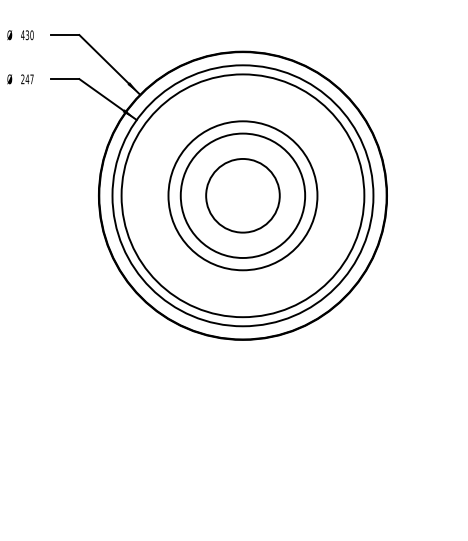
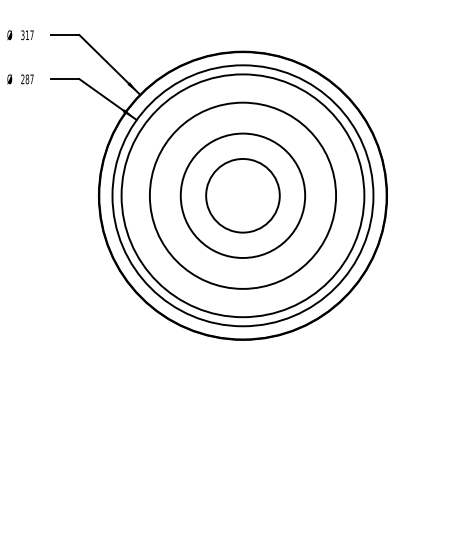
text at (27, 35): 430 -> 317
text at (27, 79): 247 -> 287
circle at (242, 195) diameter: 149 px -> 186 px
